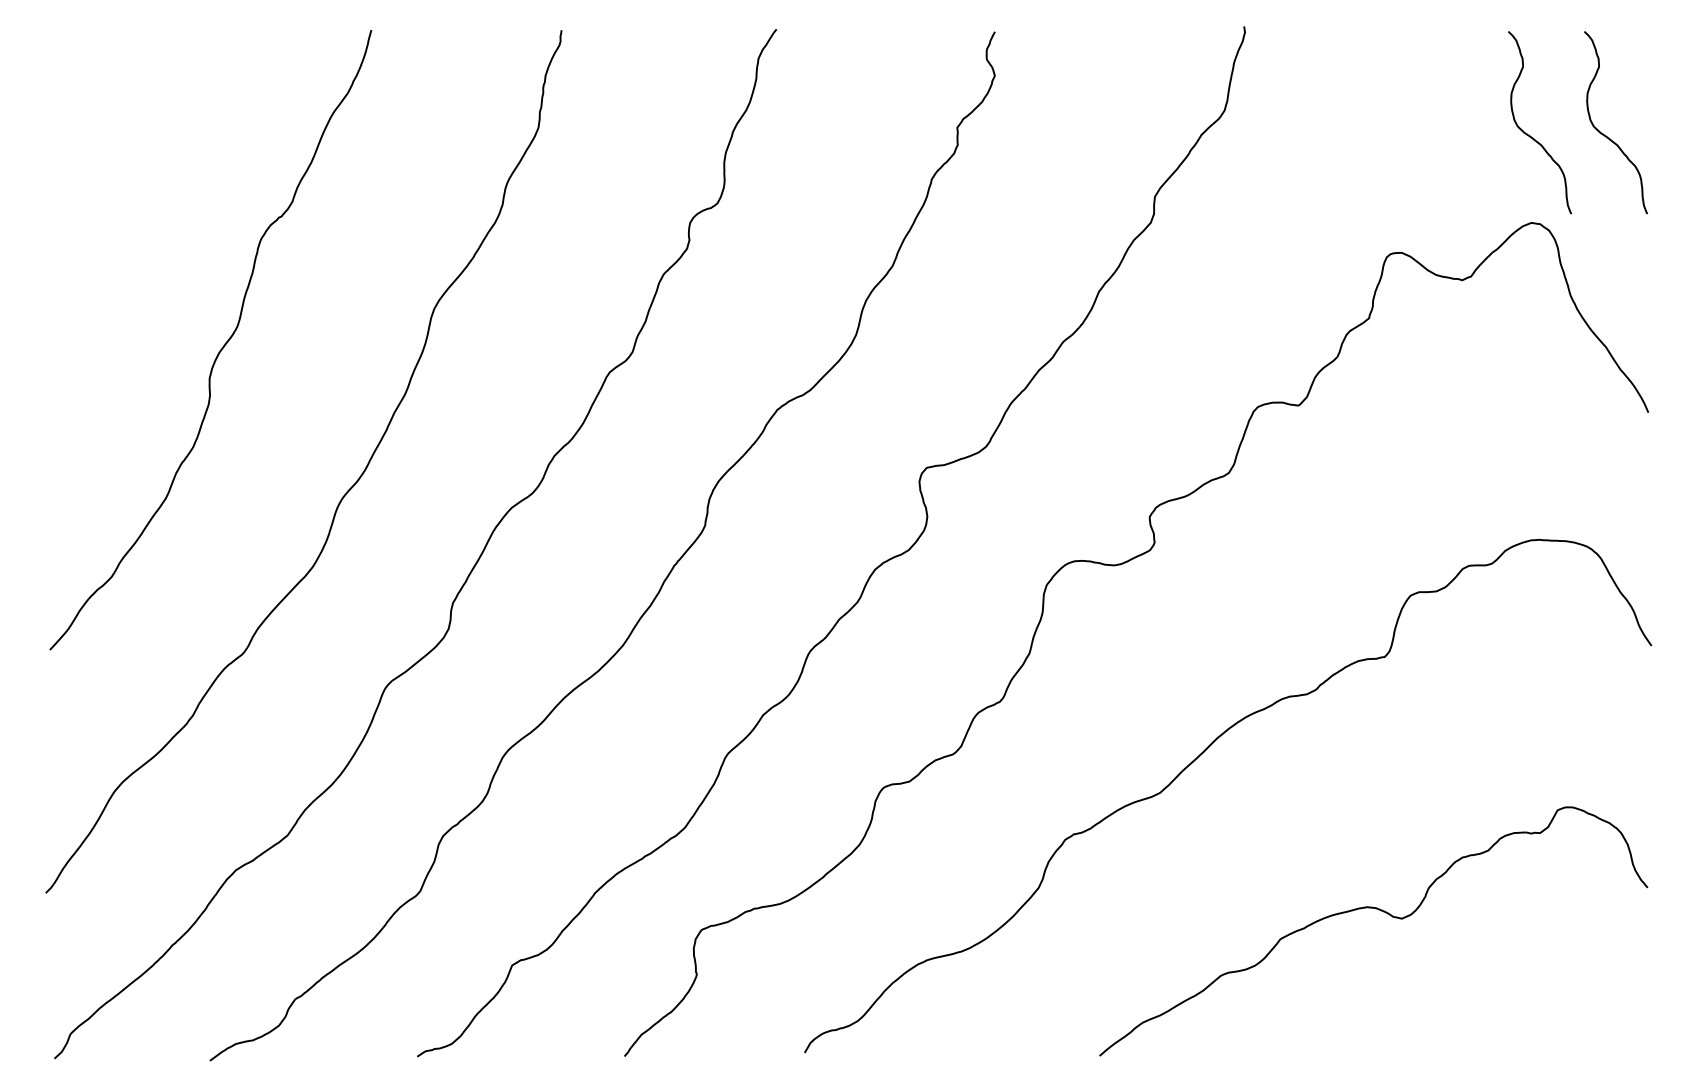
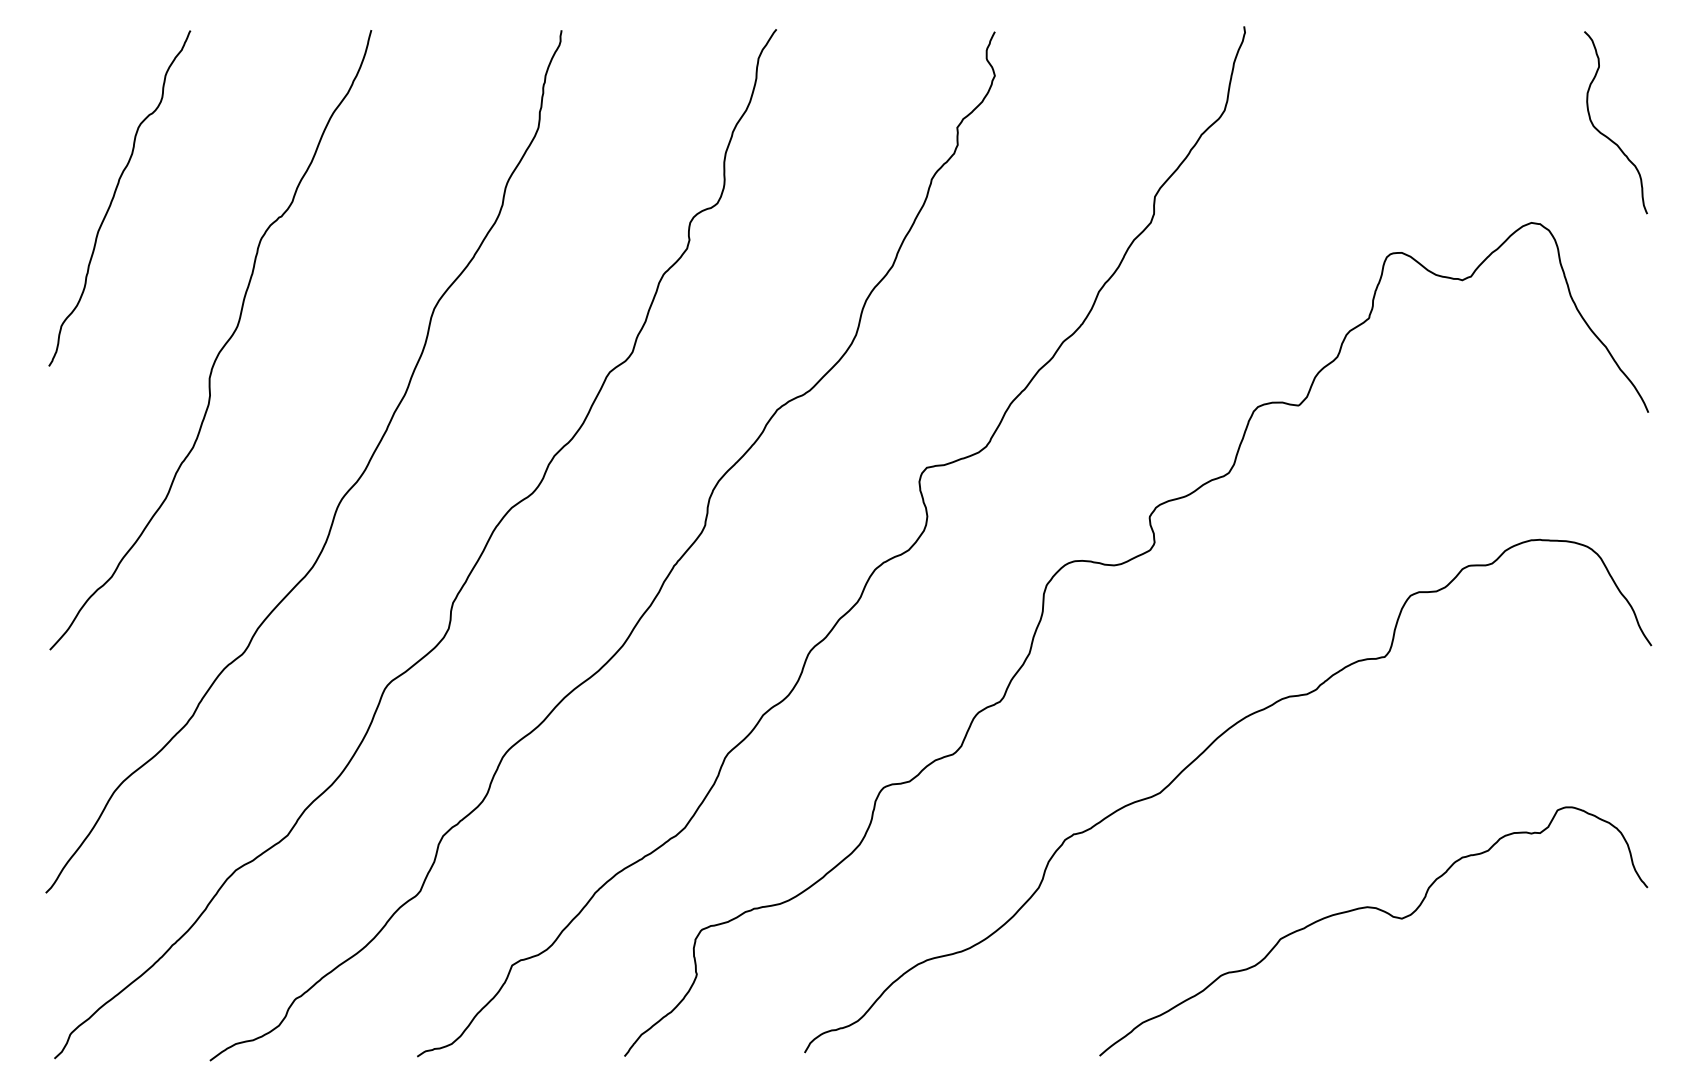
curve at (1530, 135): present -> none
curve at (114, 197): none -> present
